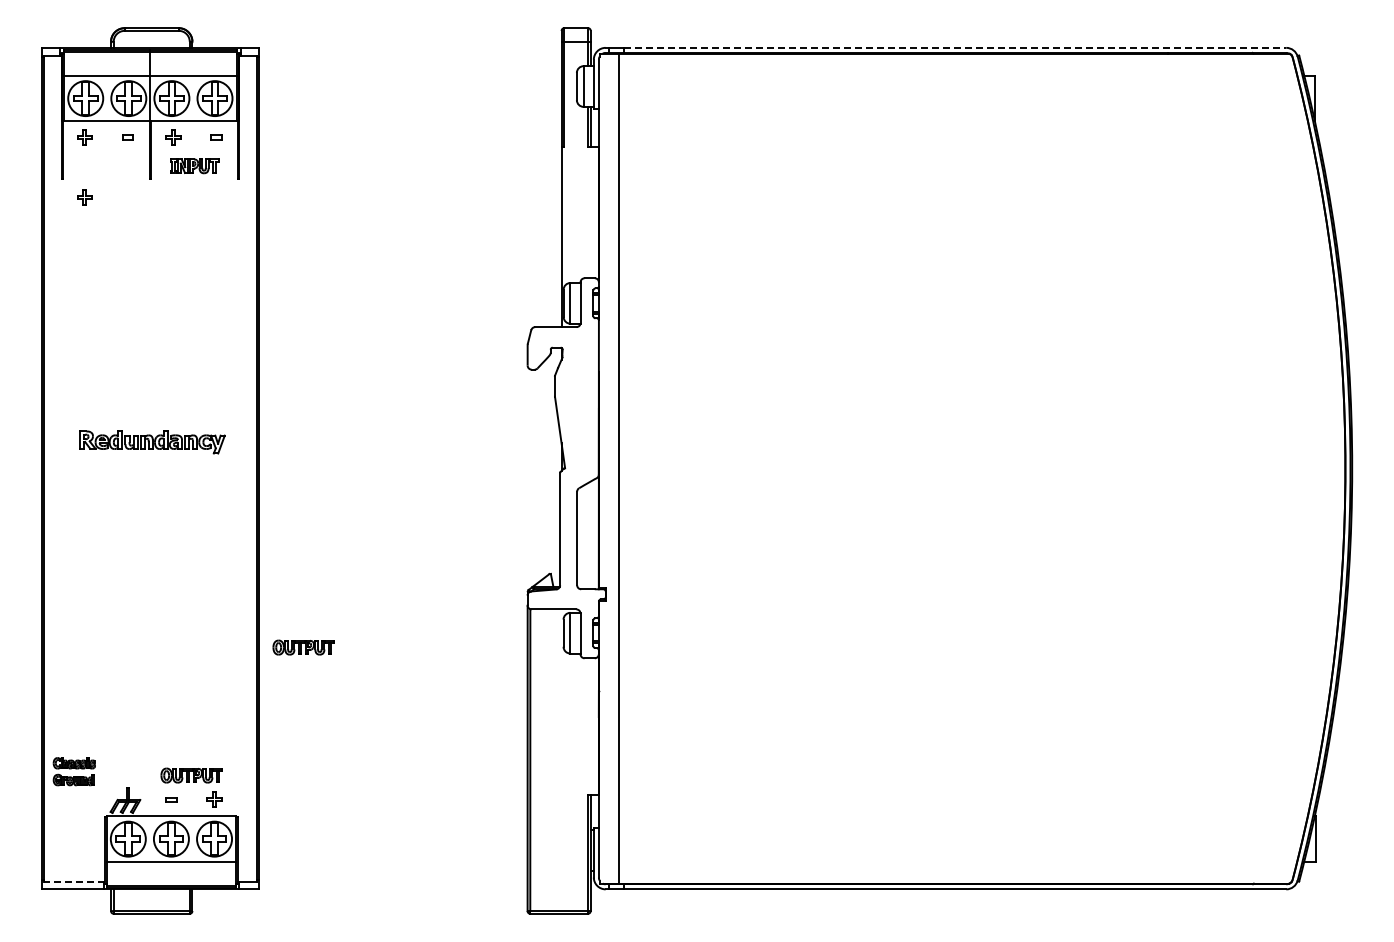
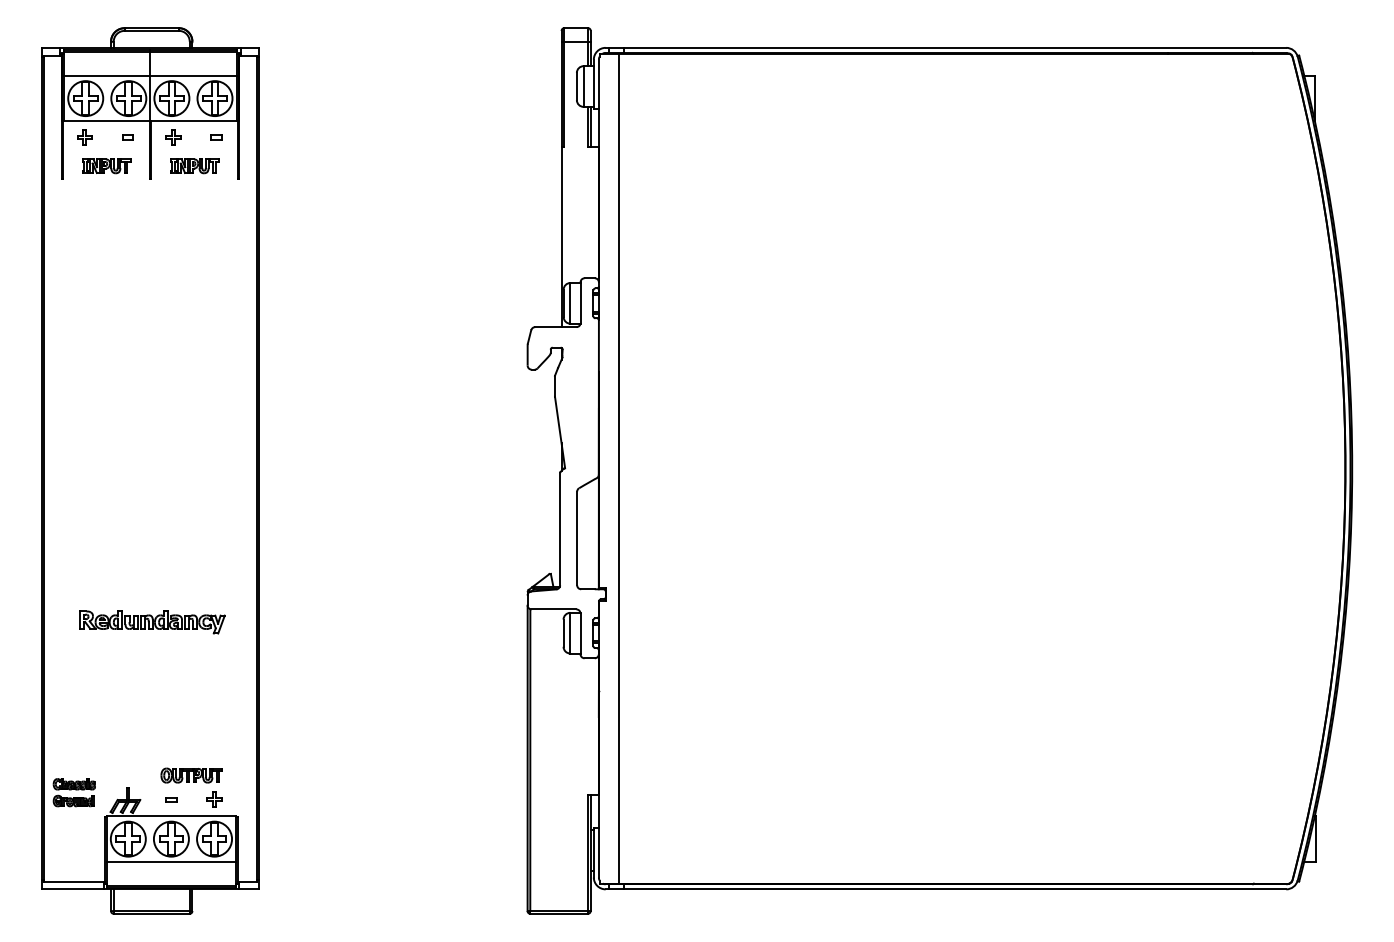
line at (955, 47): dashed -> solid
part at (106, 166): none -> present
part at (84, 197): present -> none
part at (152, 442) position: (152, 442) -> (152, 622)
part at (303, 647): present -> none
part at (73, 771) position: (73, 771) -> (73, 792)
line at (74, 881): dashed -> solid
